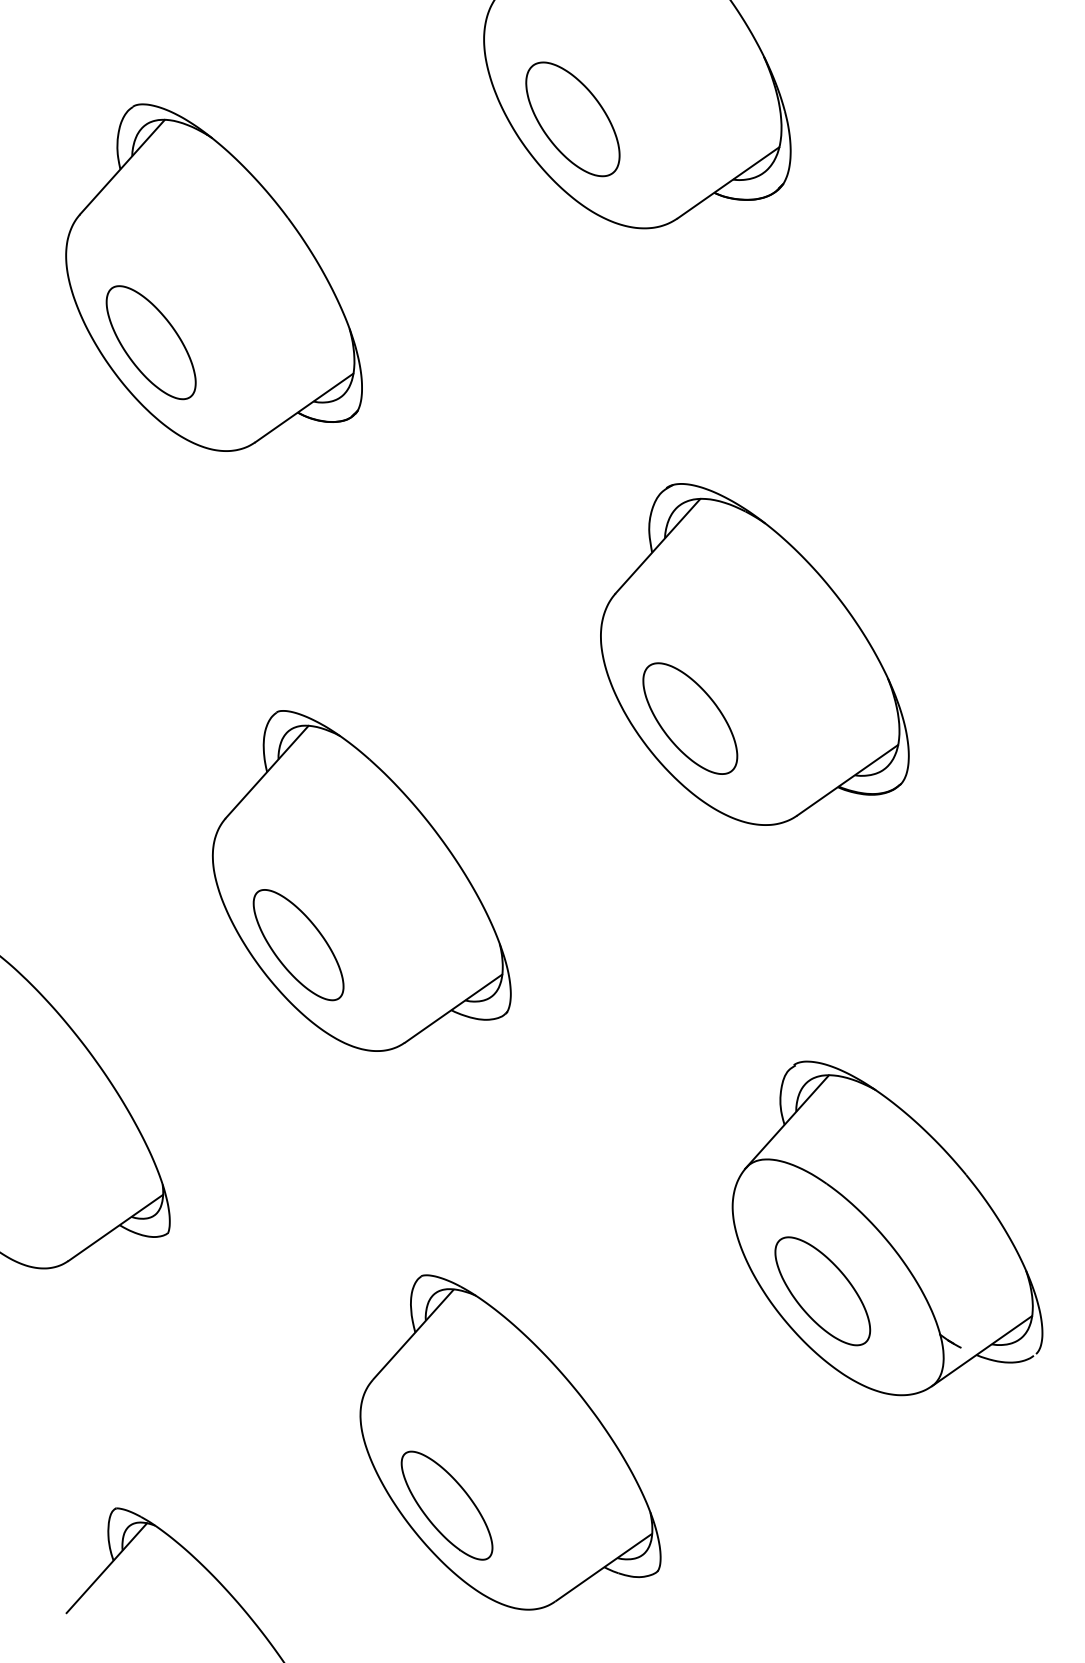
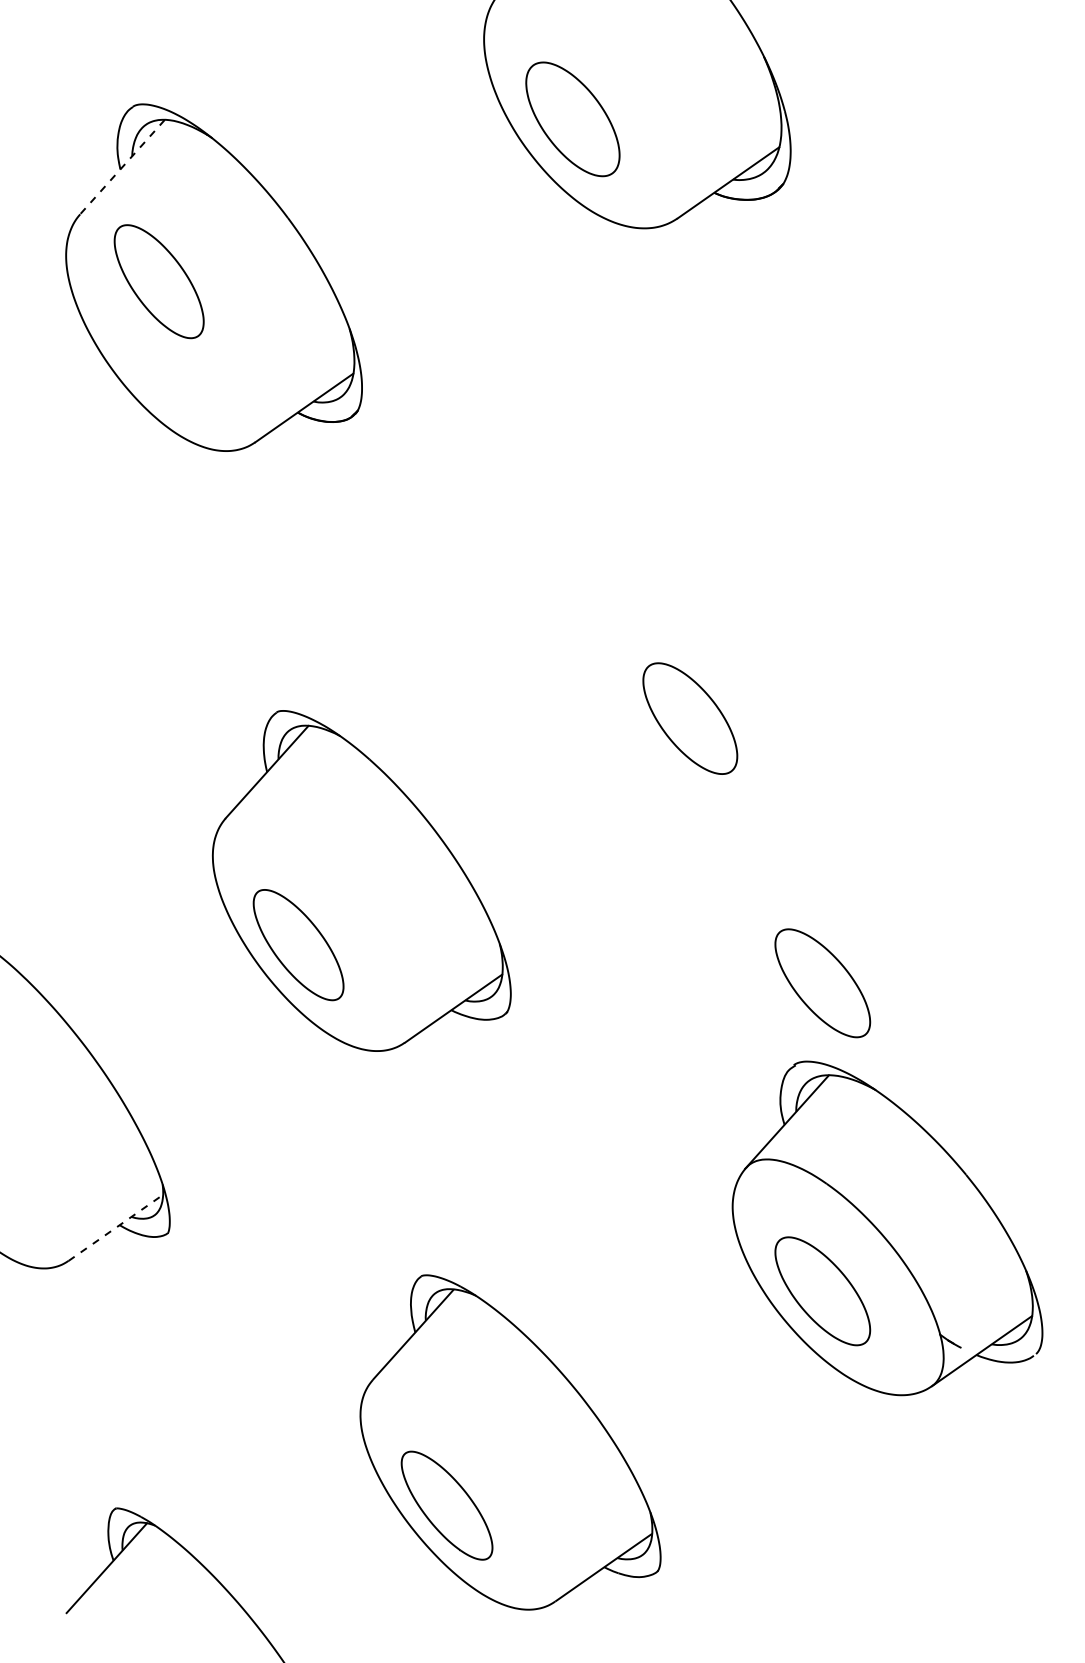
line at (122, 167): solid -> dashed
part at (150, 342) position: (150, 342) -> (158, 281)
part at (754, 654): present -> none
part at (822, 983): none -> present
line at (115, 1227): solid -> dashed
